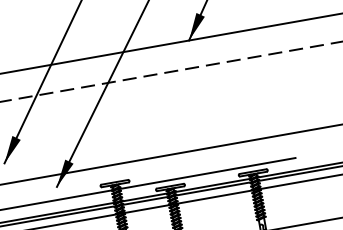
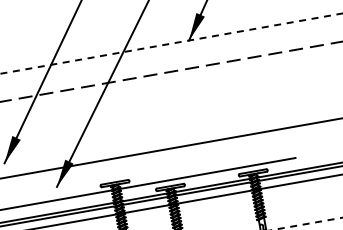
line at (171, 43): solid -> dashed
line at (170, 154) position: (170, 154) -> (170, 148)
line at (308, 223): solid -> dashed
